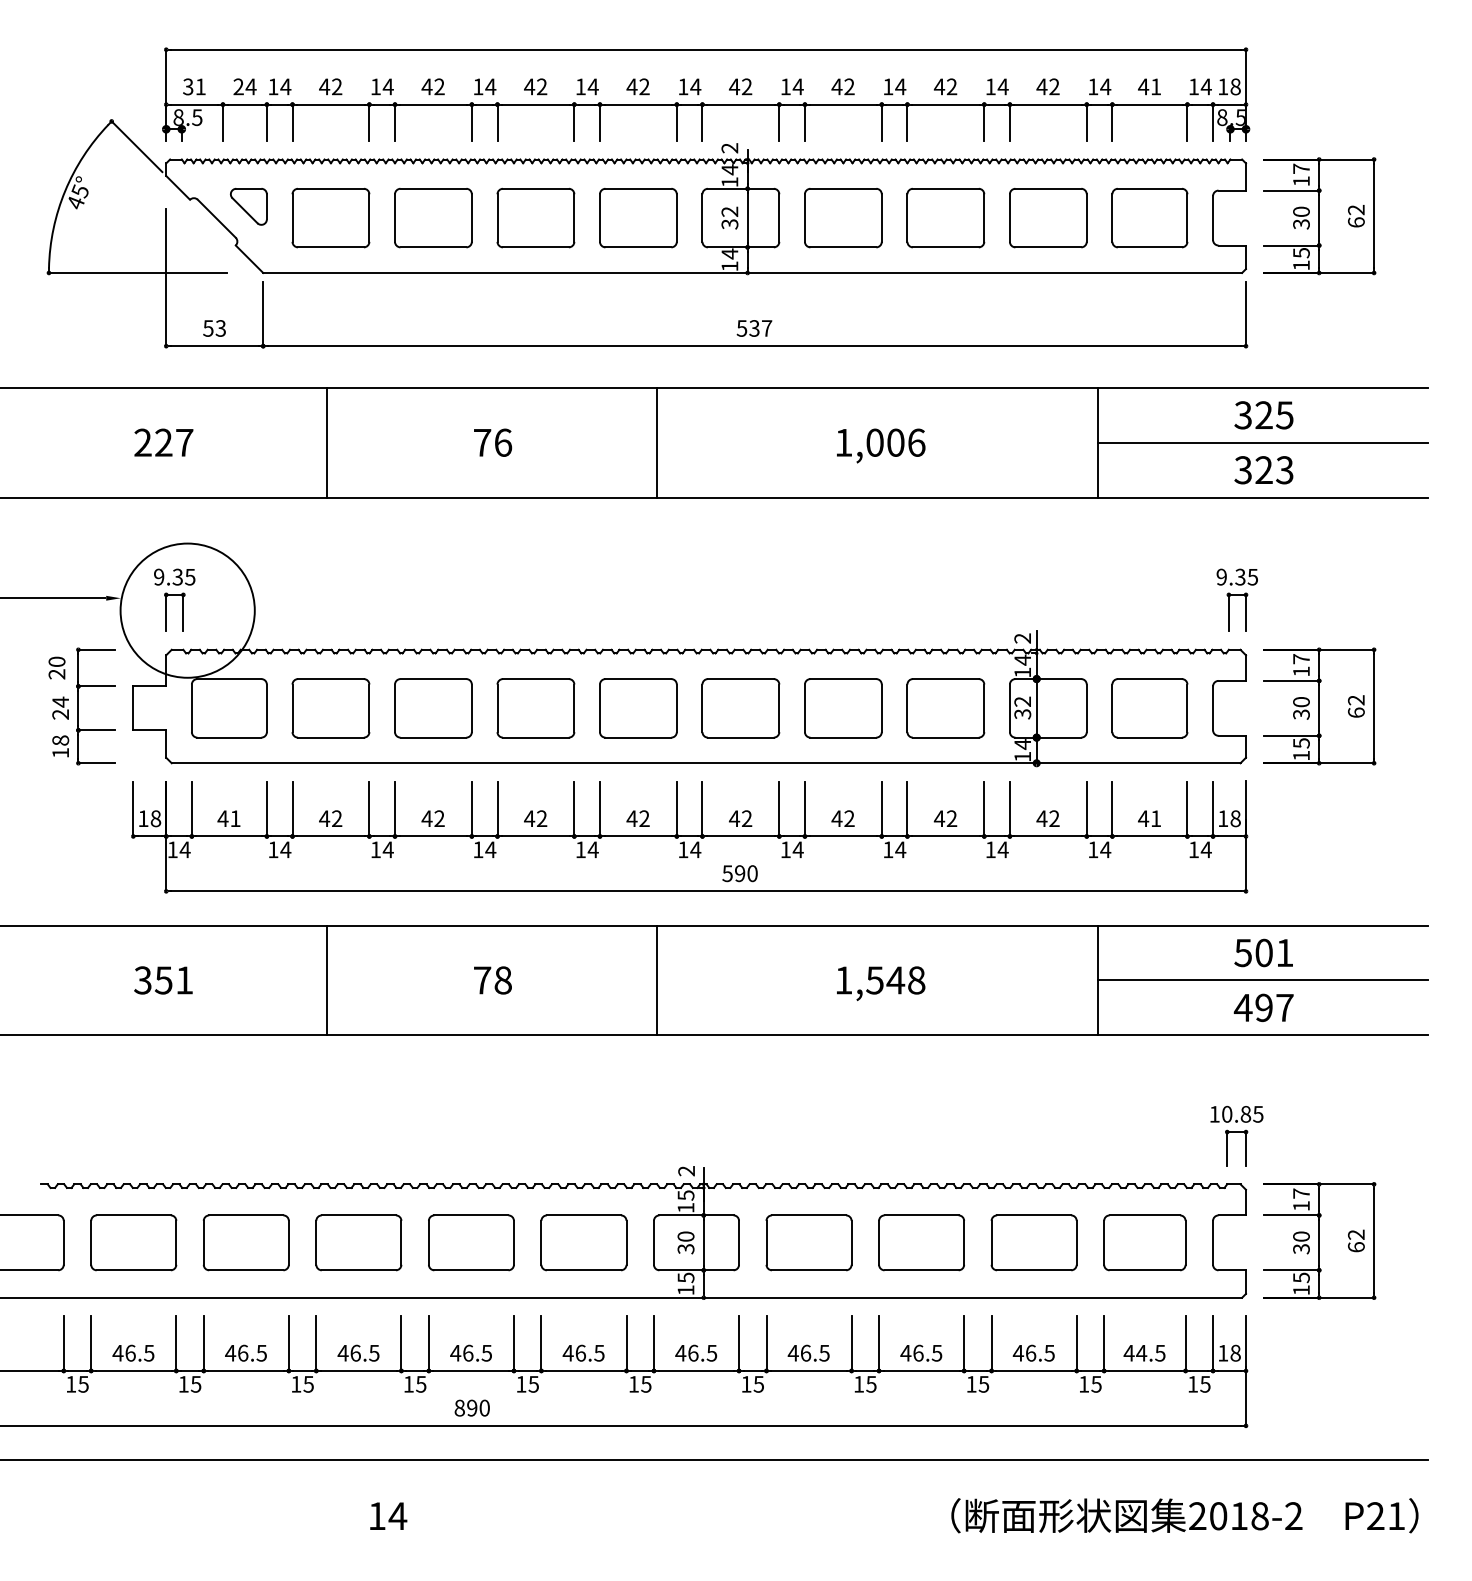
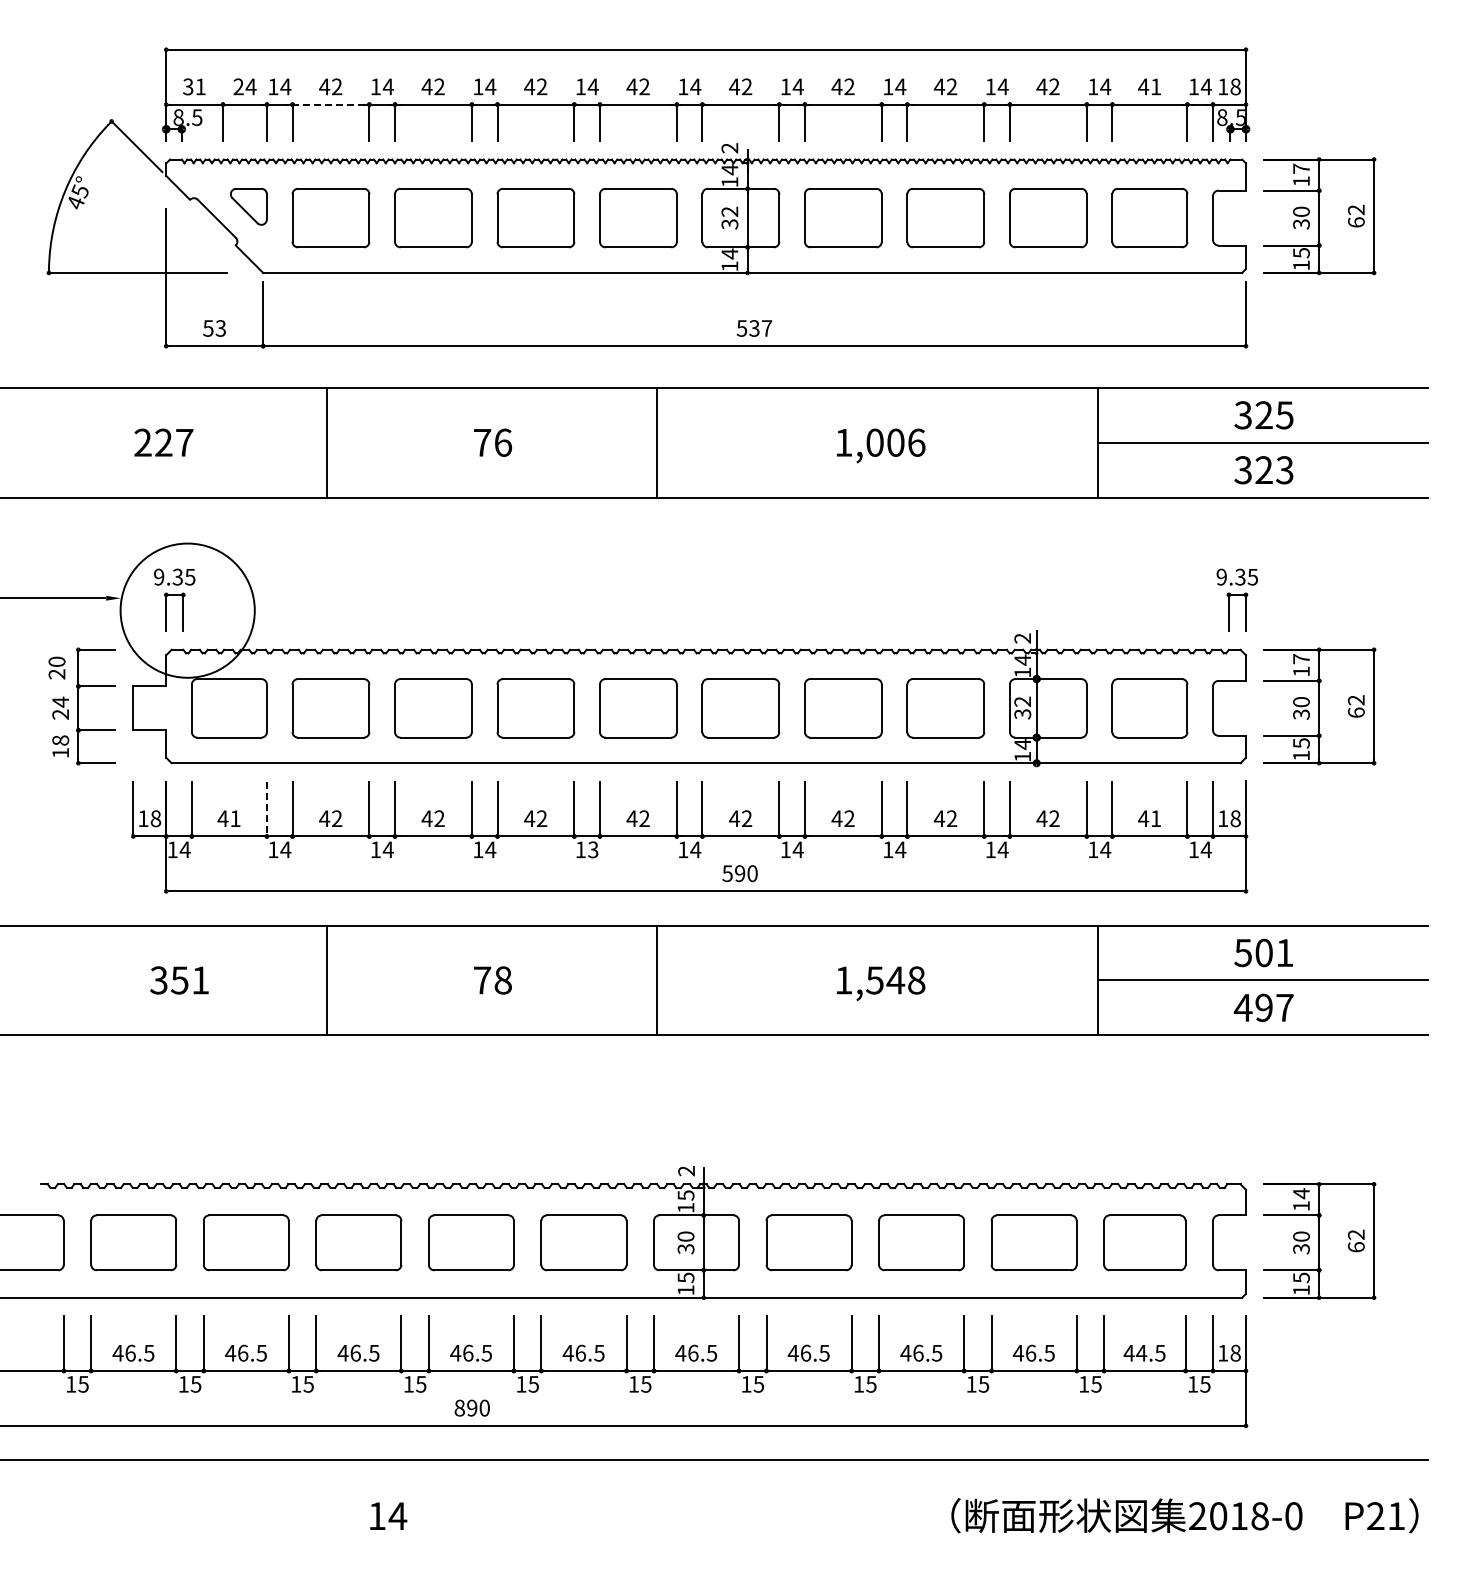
line at (330, 104): solid -> dashed
line at (266, 809): solid -> dashed
text at (592, 849): 14 -> 13
text at (163, 980) position: (163, 980) -> (179, 980)
part at (1236, 1135): present -> none
text at (1301, 1193): 17 -> 14
text at (1293, 1516): 2018-2 -> 2018-0
